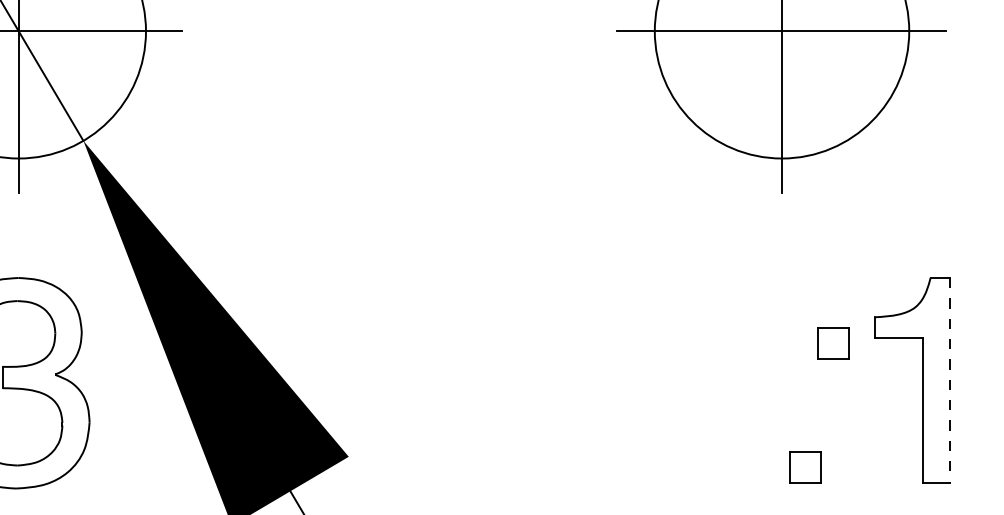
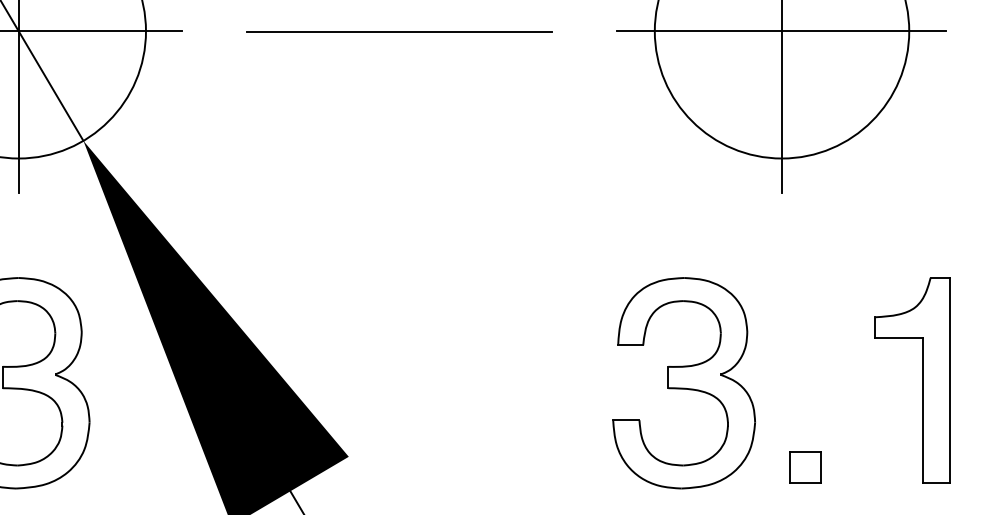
line at (398, 32): none -> present
part at (833, 343): present -> none
line at (950, 380): dashed -> solid
part at (683, 383): none -> present
